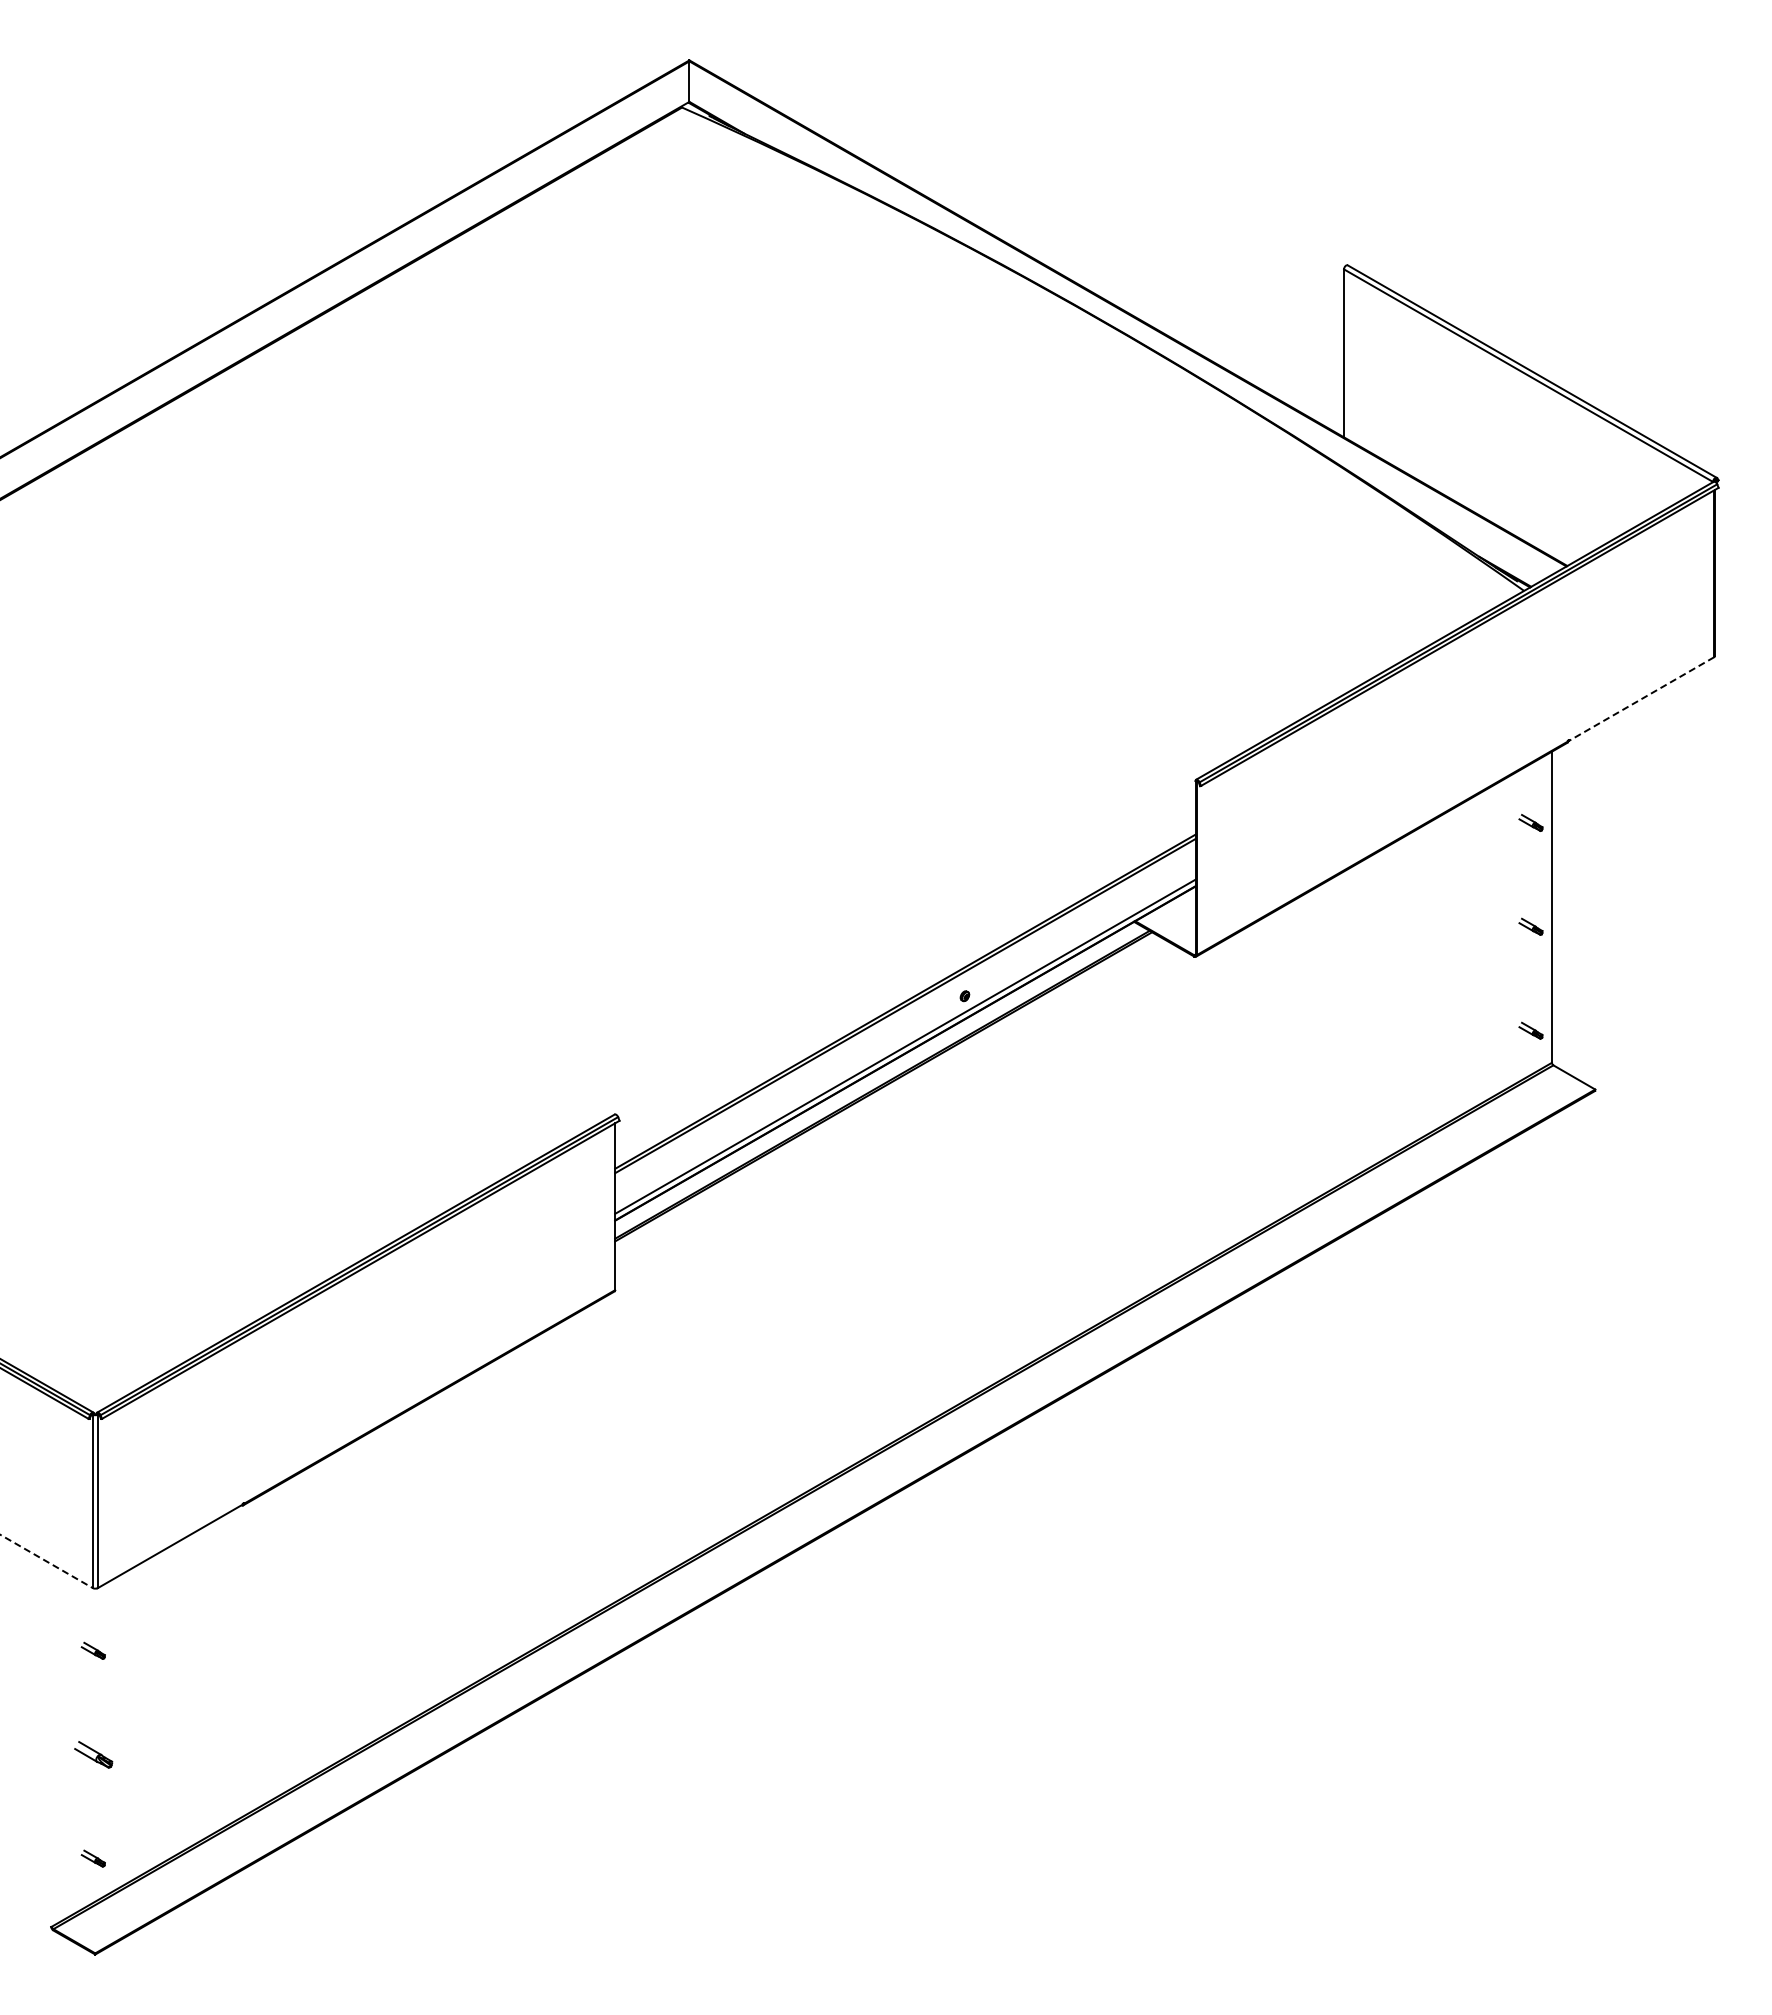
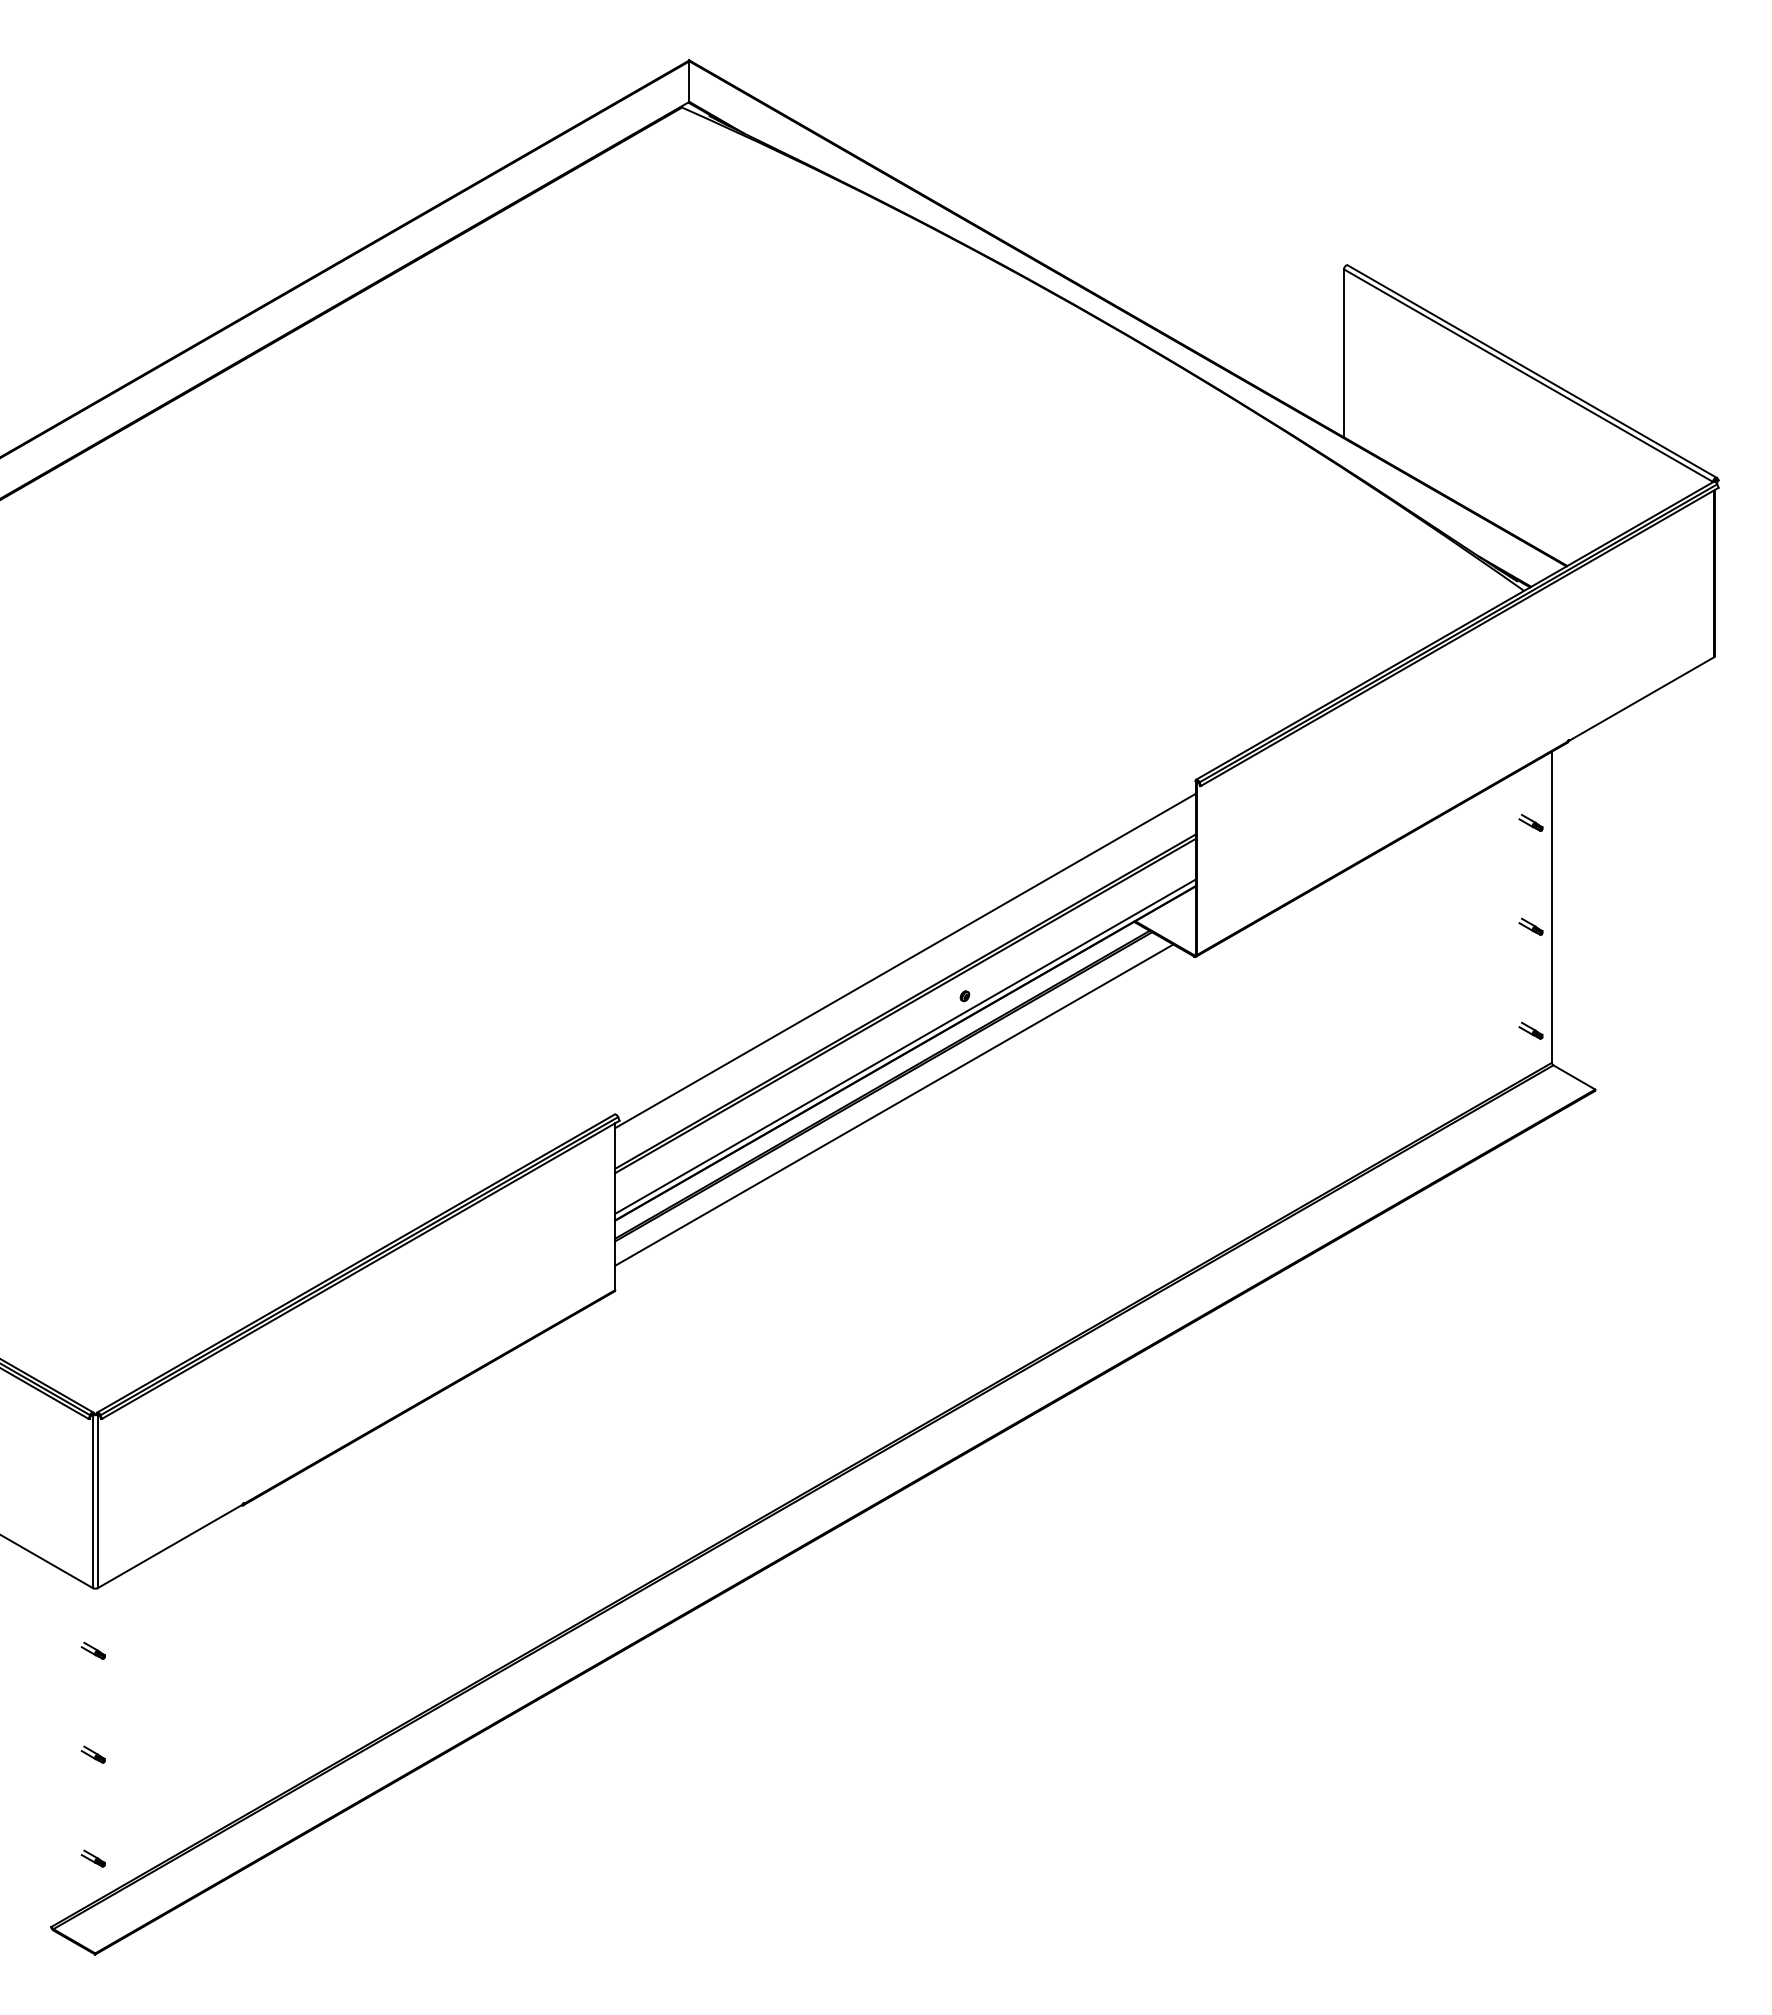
line at (1641, 699): dashed -> solid
line at (905, 960): none -> present
line at (894, 1104): none -> present
line at (47, 1561): dashed -> solid
part at (93, 1754) size: 40x28 px -> 26x19 px
